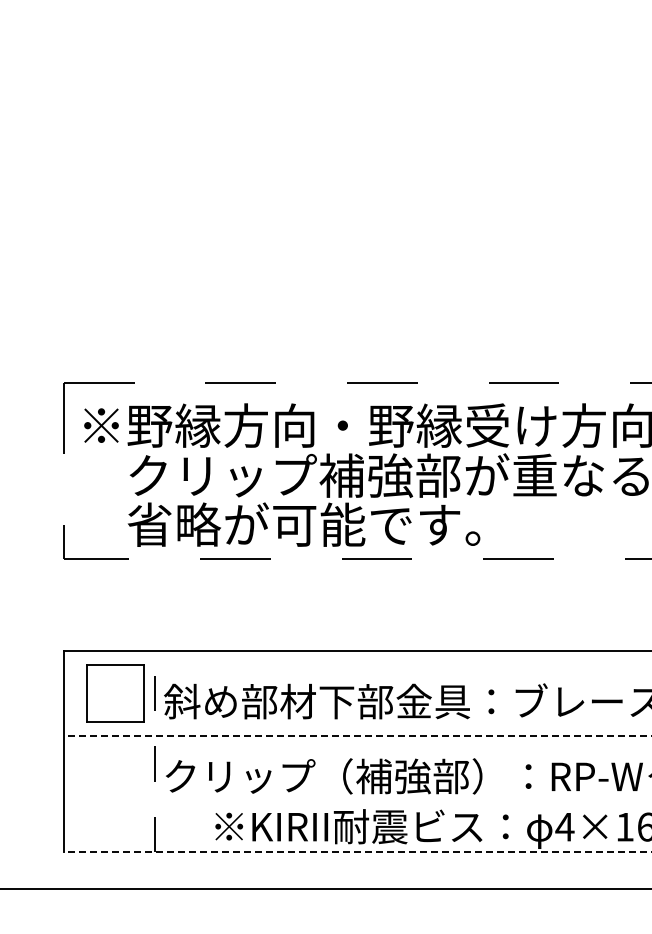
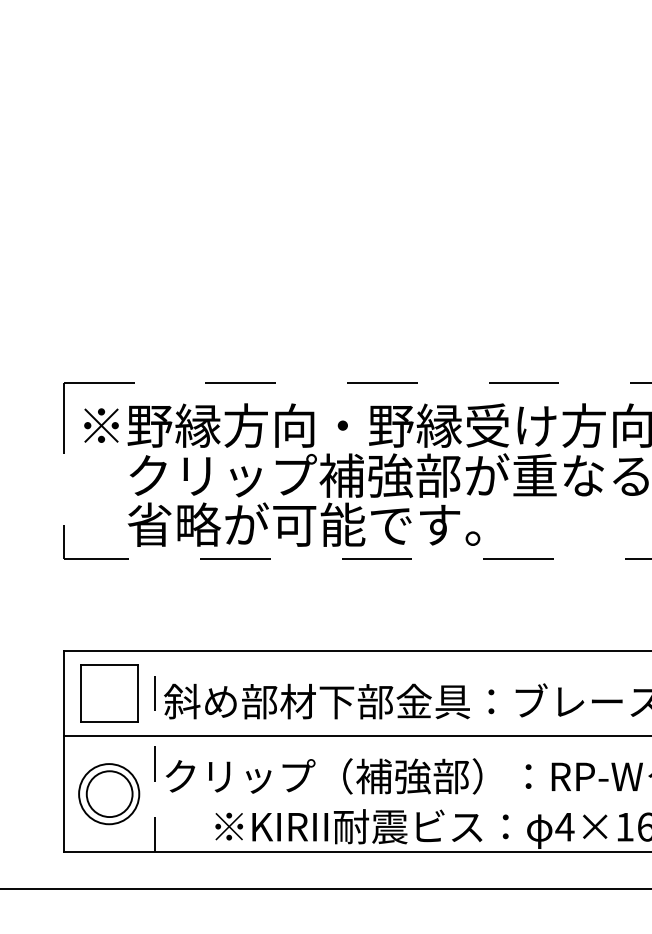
part at (115, 693) position: (115, 693) -> (109, 693)
line at (357, 735): dashed -> solid
part at (109, 794): none -> present
line at (357, 852): dashed -> solid
